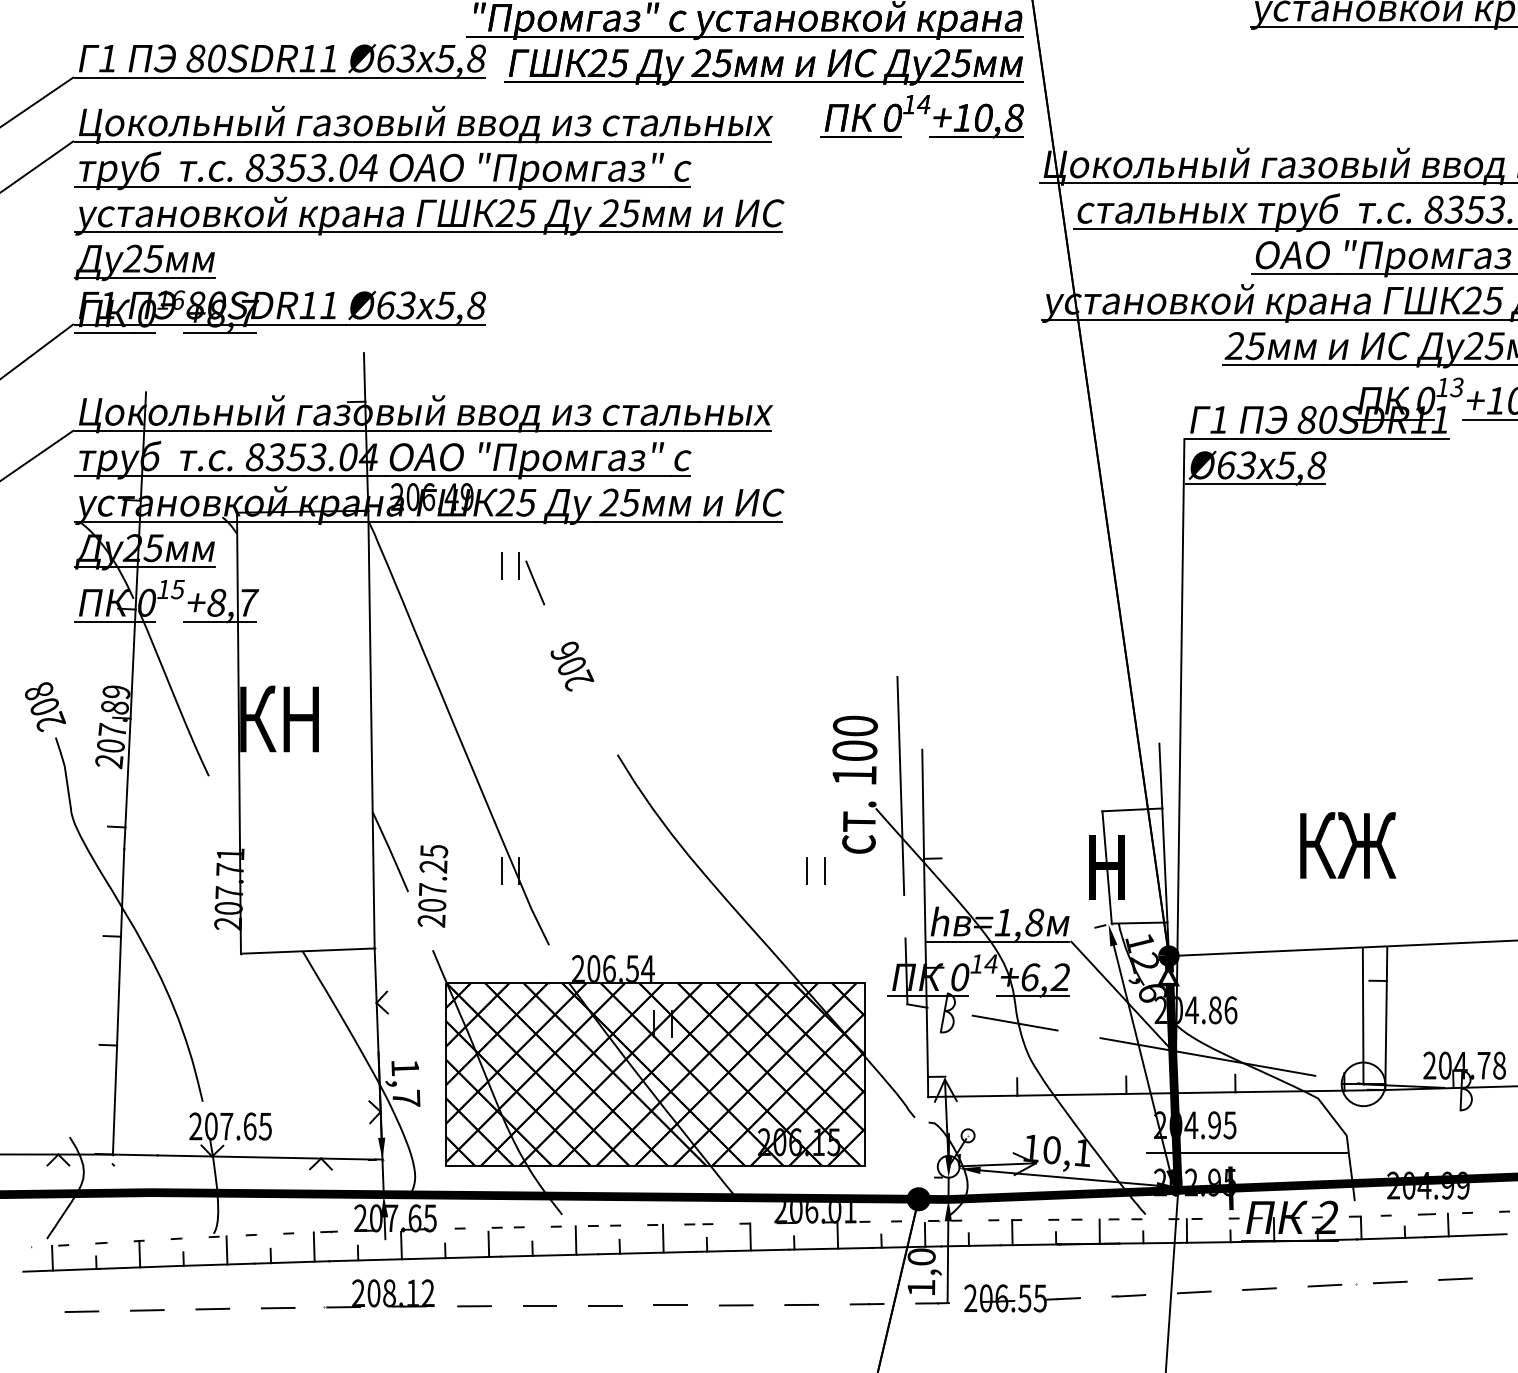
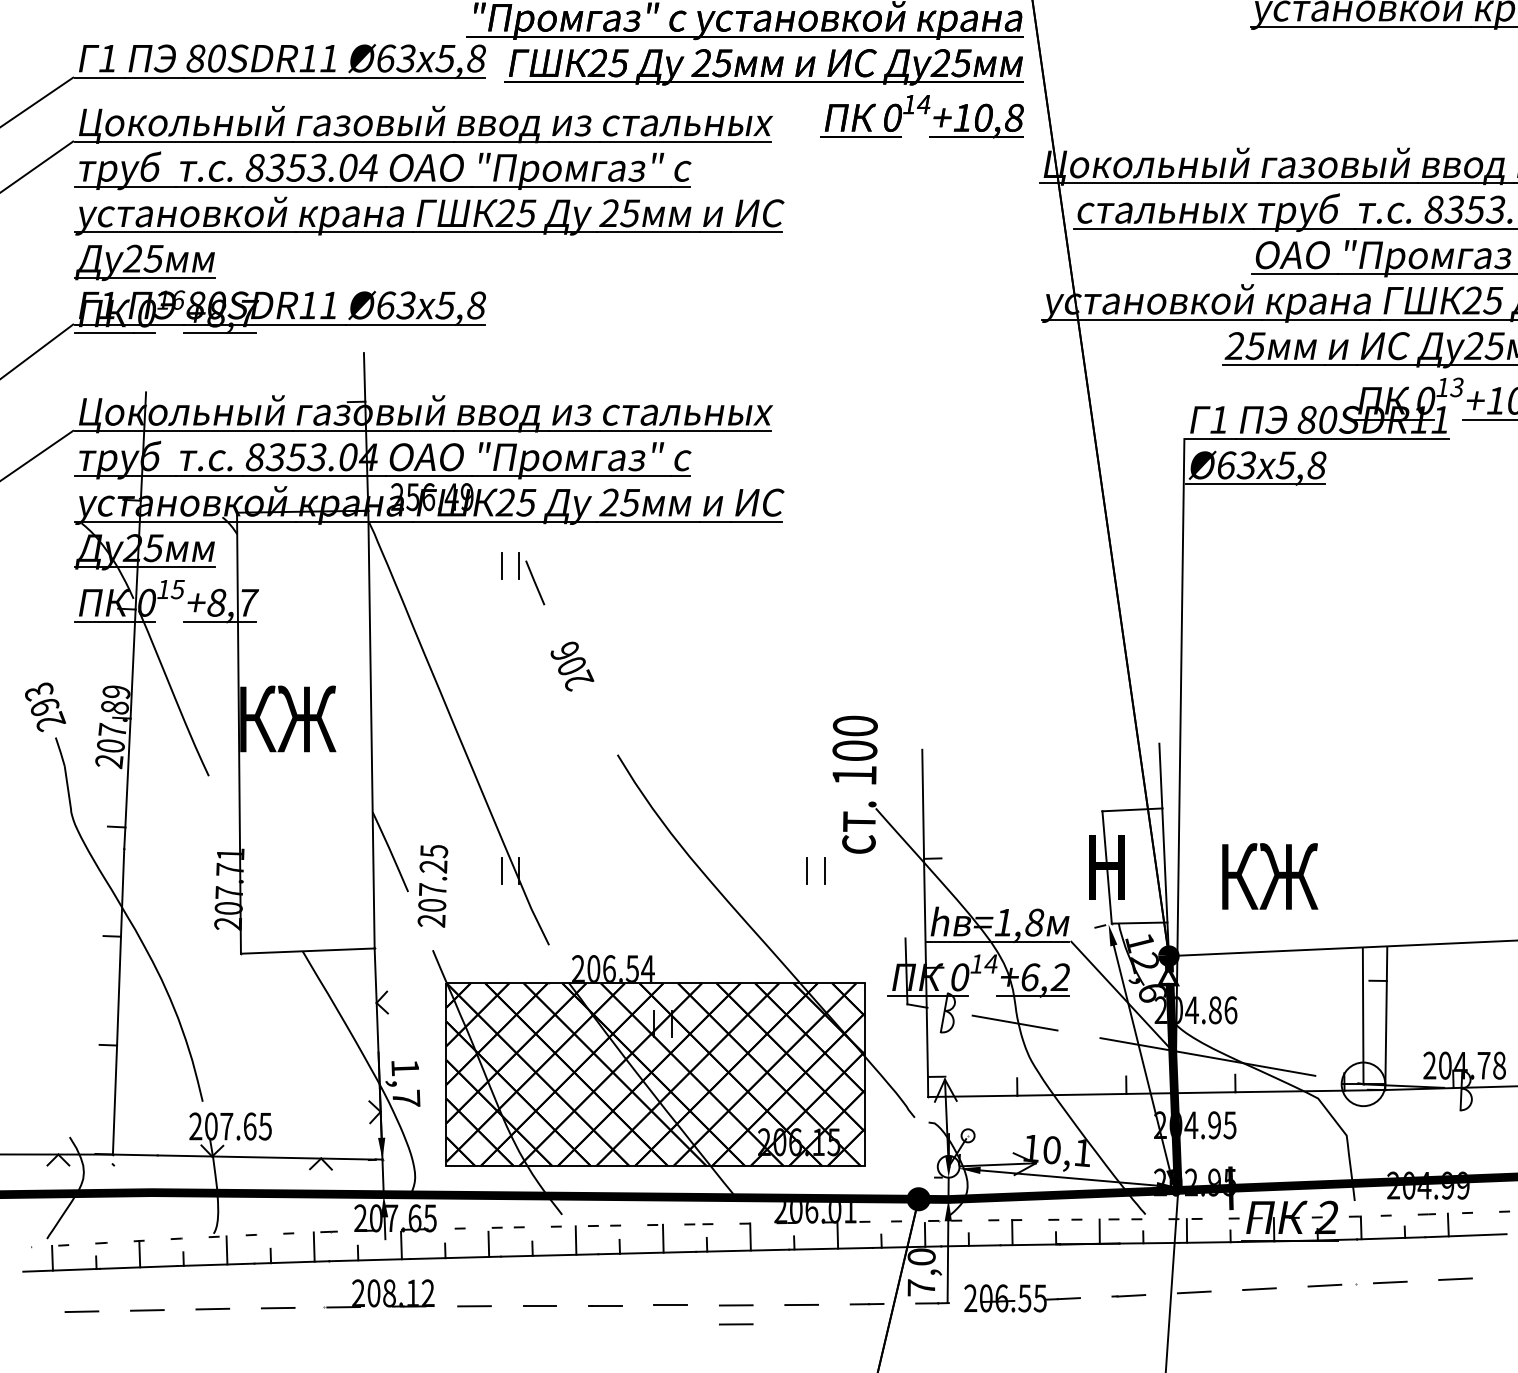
text at (412, 497): 206.49 -> 256.49
text at (42, 699): 208 -> 293
text at (306, 718): КН -> КЖ
line at (900, 785): present -> none
text at (1348, 845) position: (1348, 845) -> (1270, 876)
line at (1246, 1153): present -> none
text at (921, 1287): 1,0 -> 7,0
line at (736, 1324): none -> present
